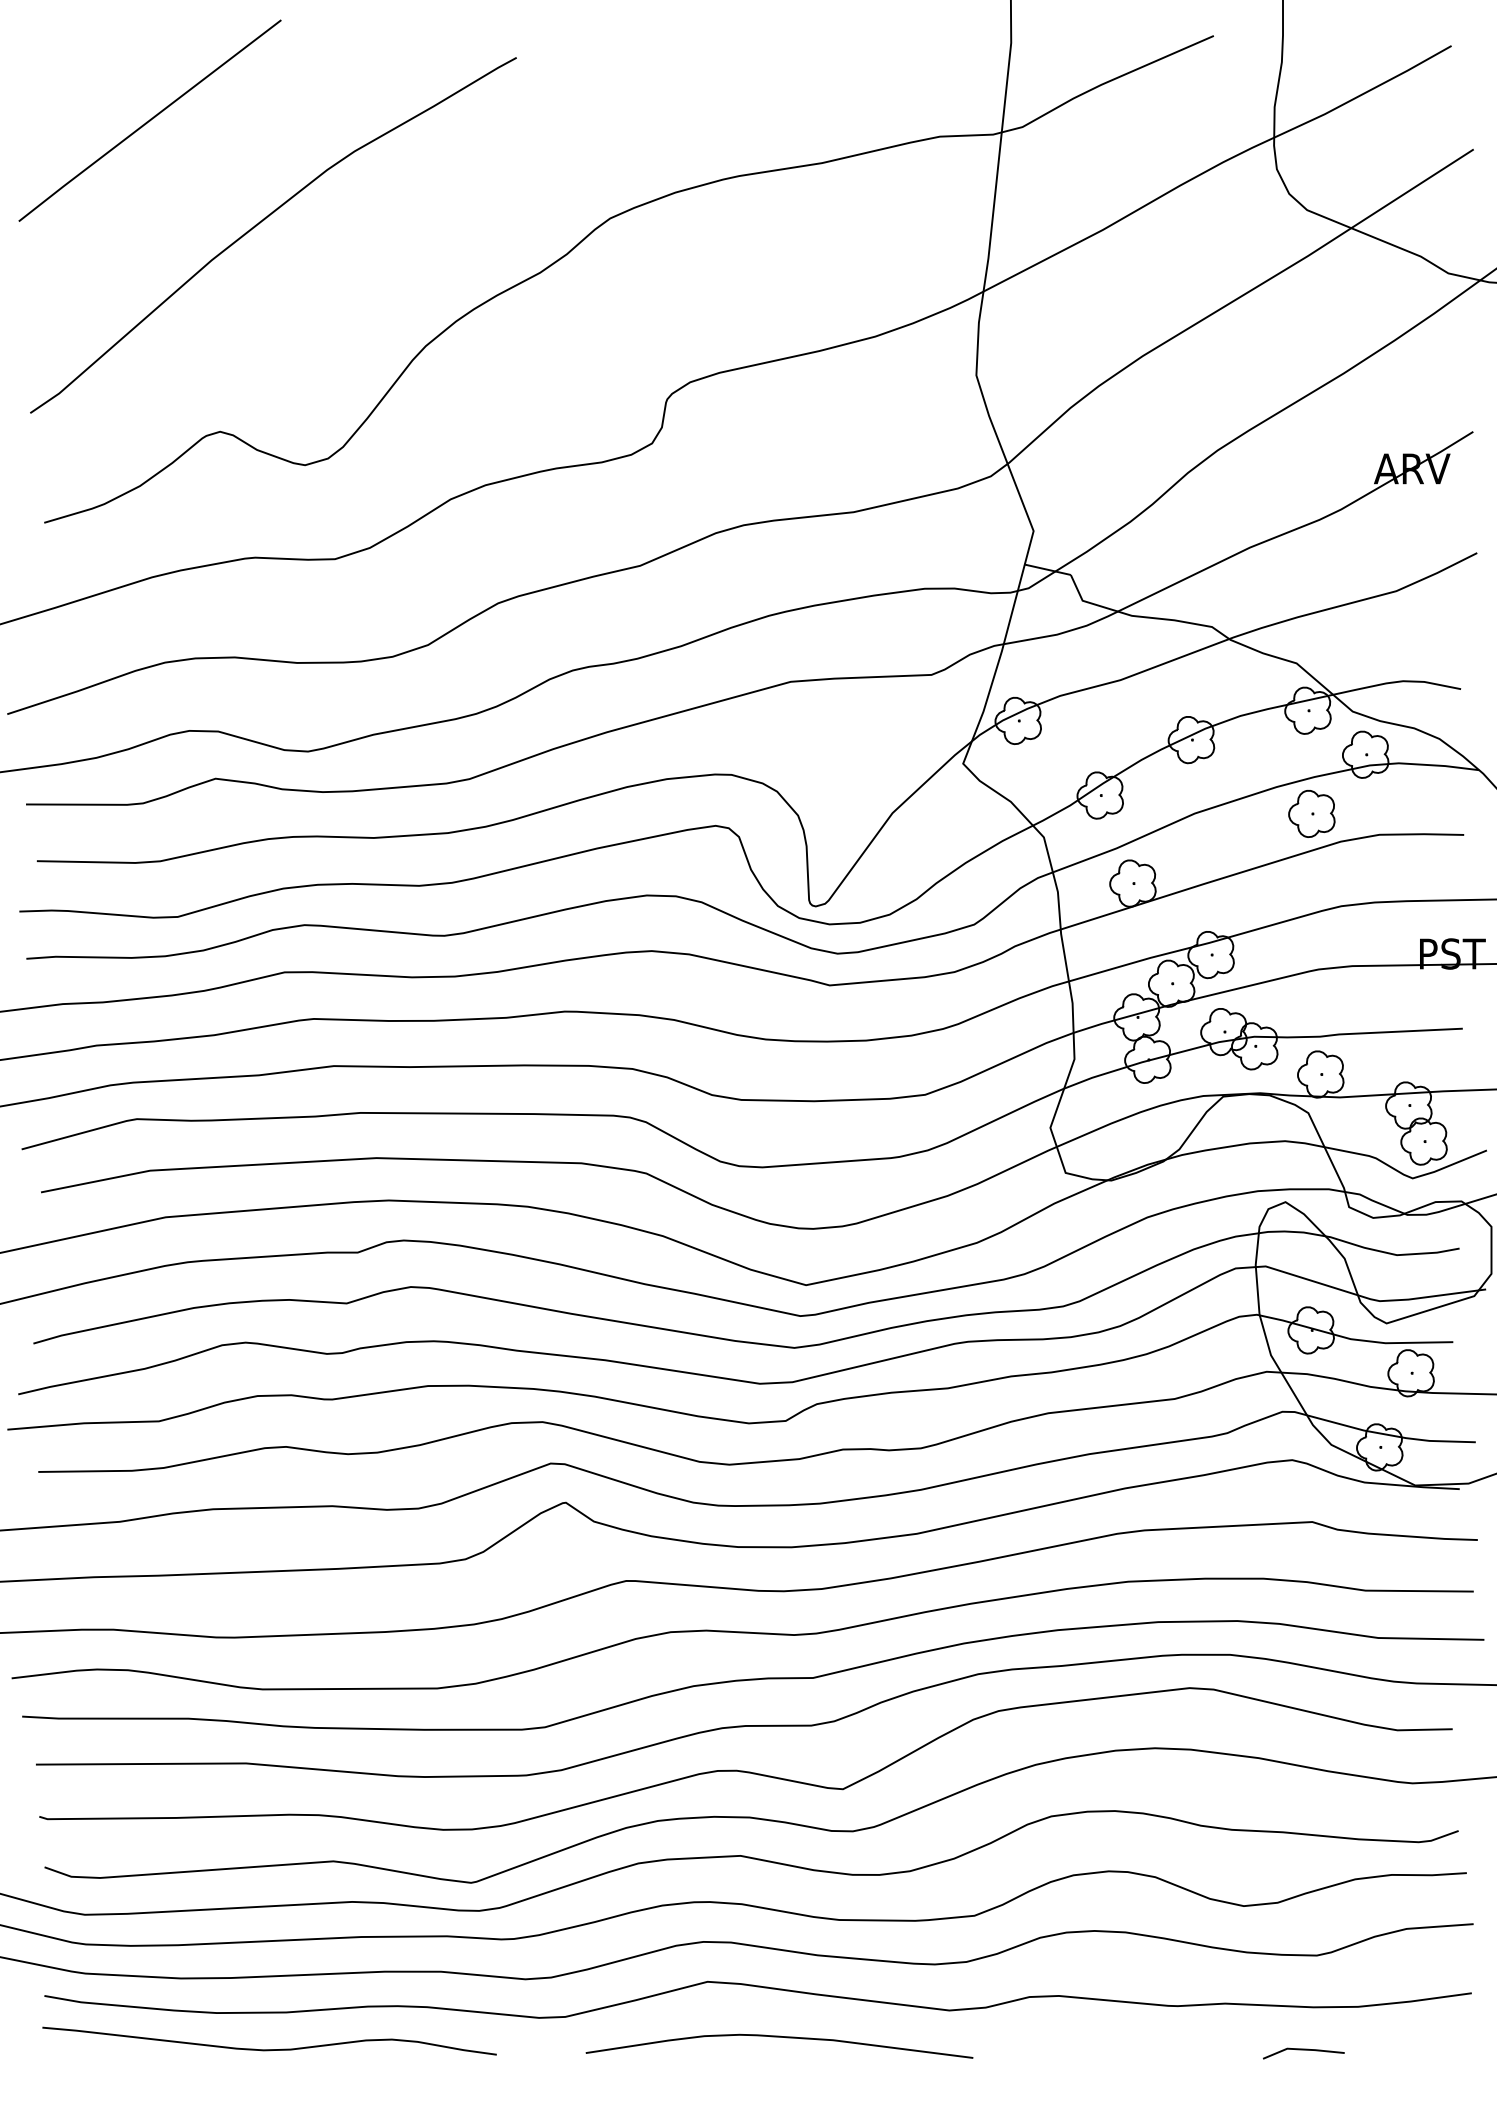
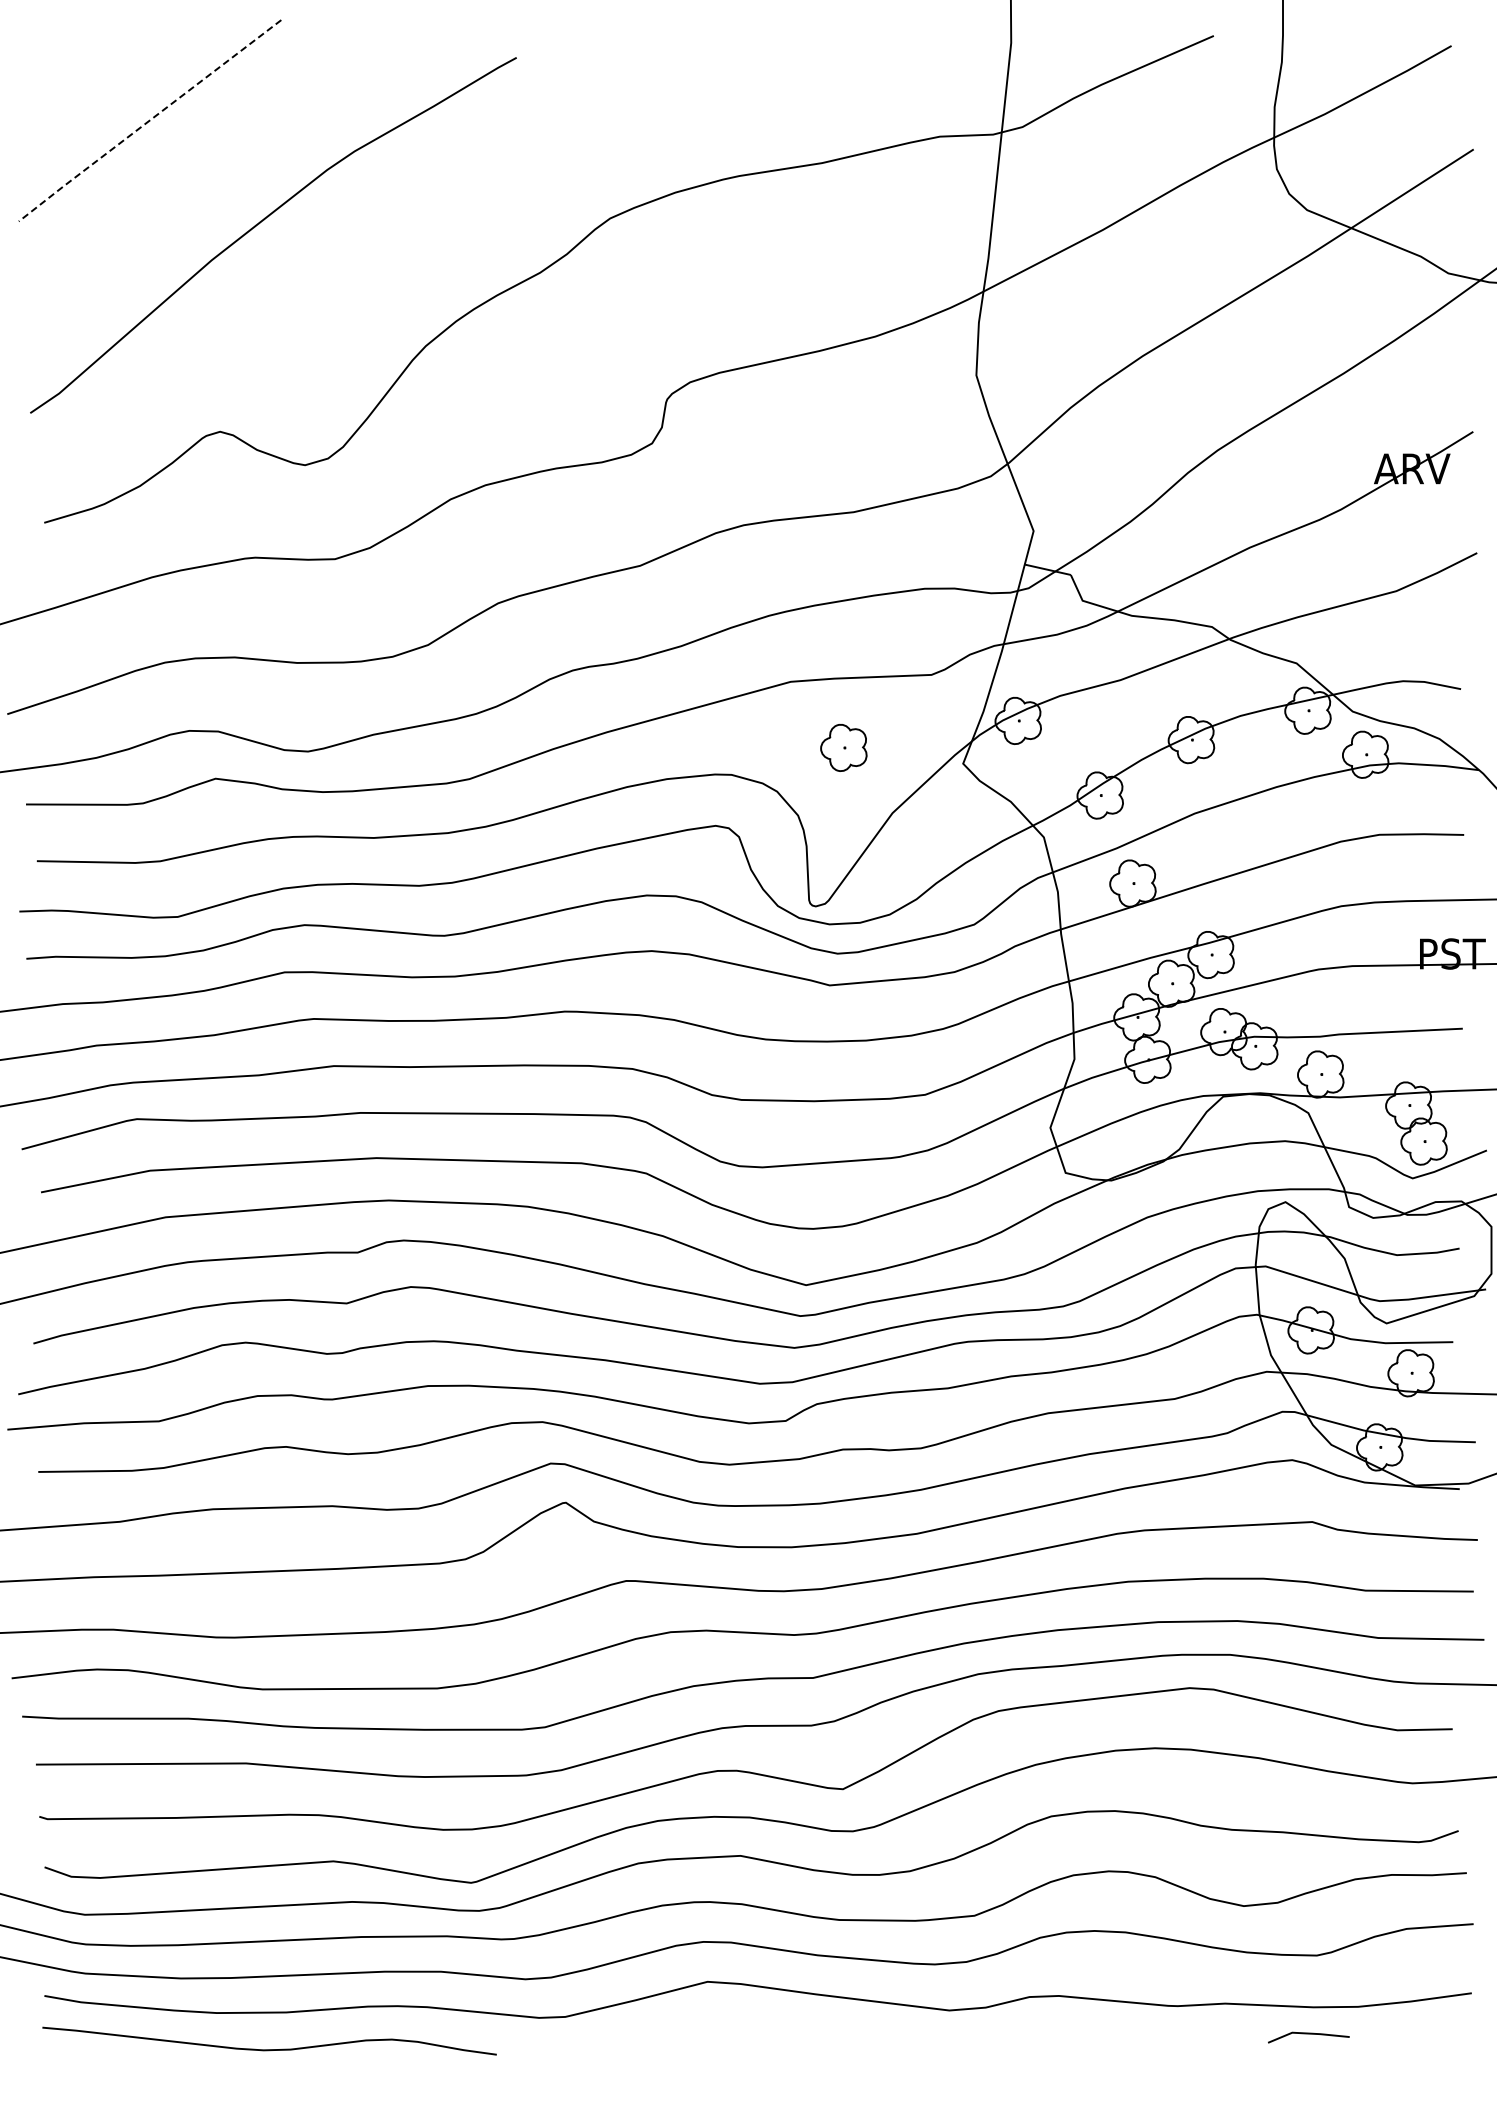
line at (148, 121): solid -> dashed
part at (1311, 813) position: (1311, 813) -> (843, 747)
curve at (779, 2037): present -> none
line at (1303, 2050) position: (1303, 2050) -> (1308, 2034)
